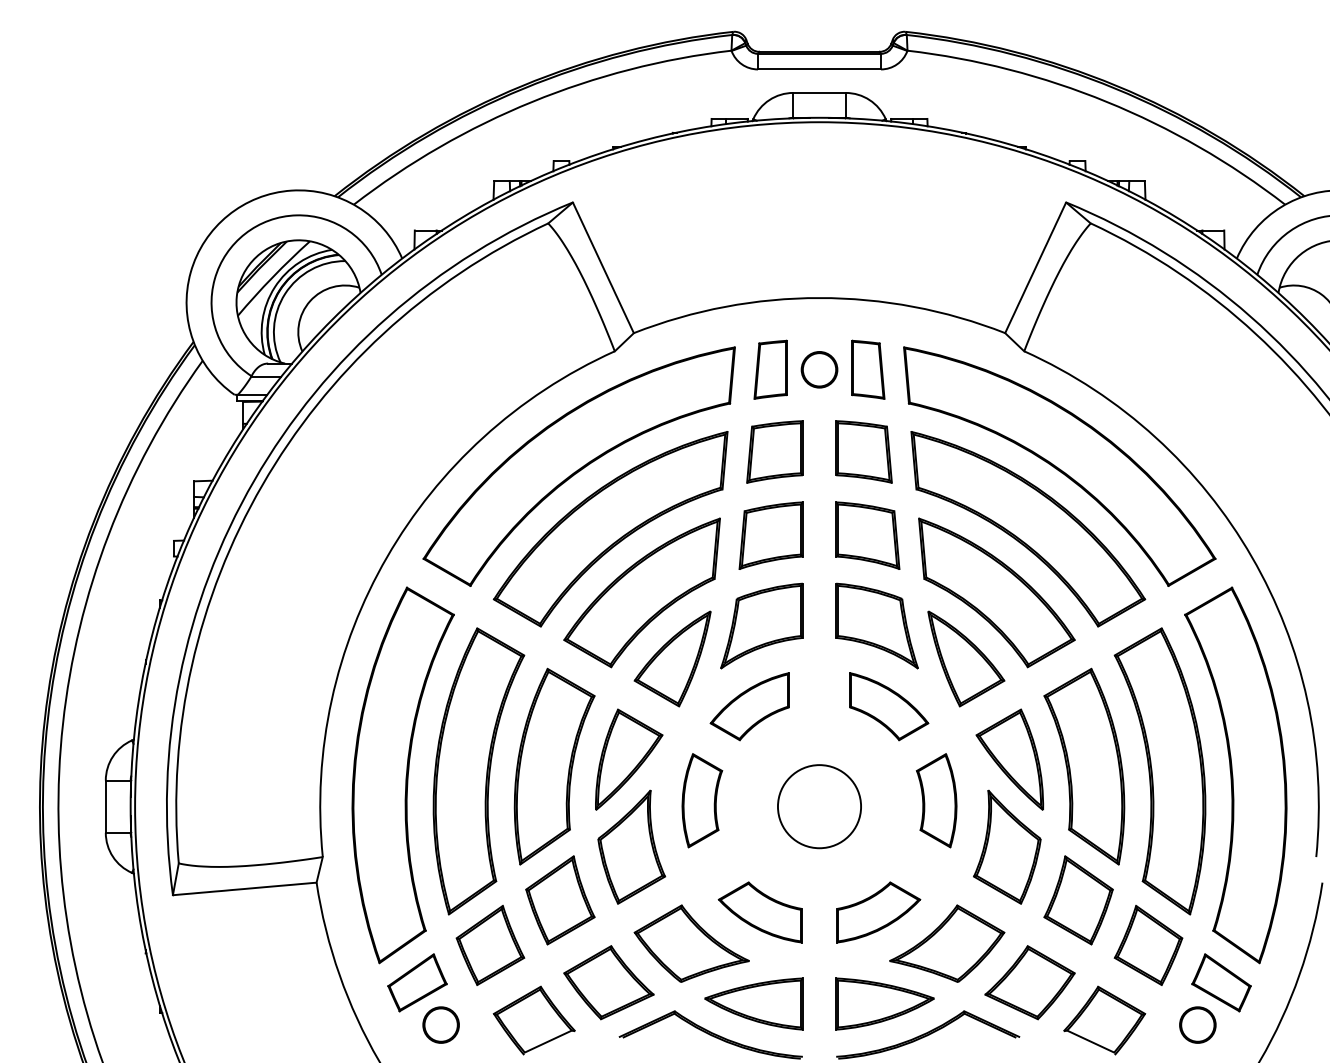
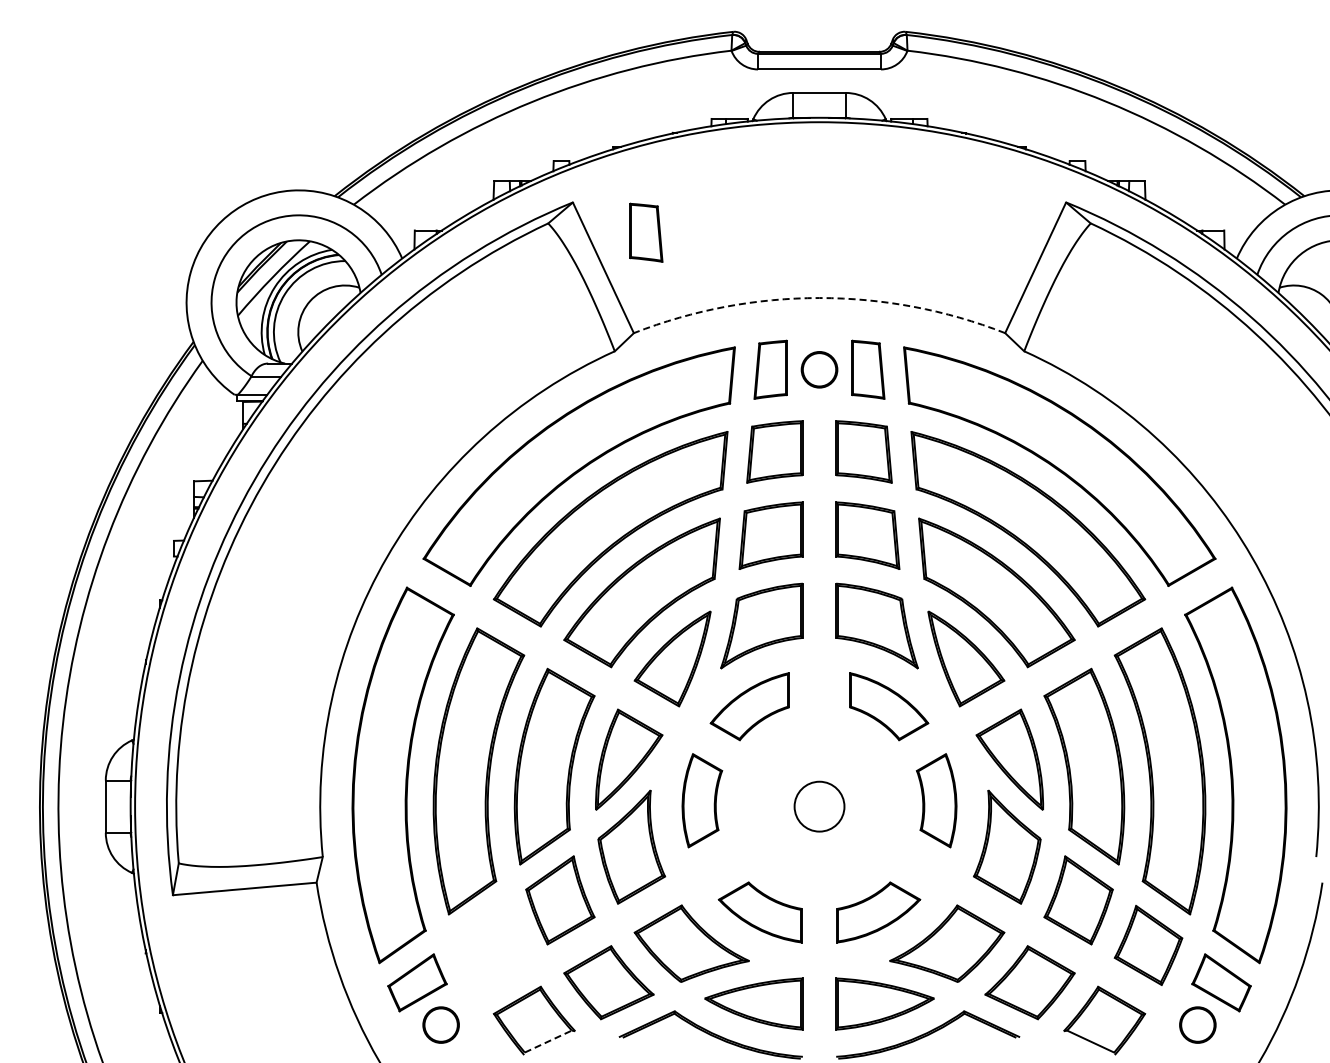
part at (646, 232): none -> present
arc at (819, 298): solid -> dashed
circle at (819, 806) diameter: 83 px -> 50 px
part at (490, 945): present -> none
line at (548, 1041): solid -> dashed
